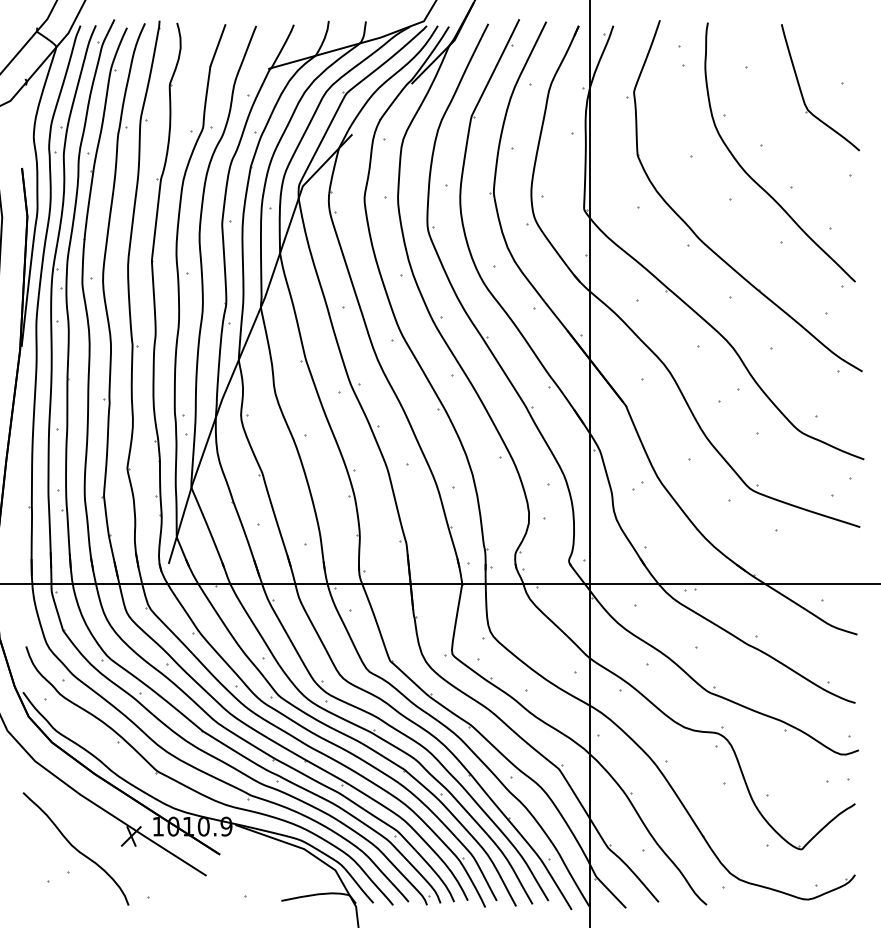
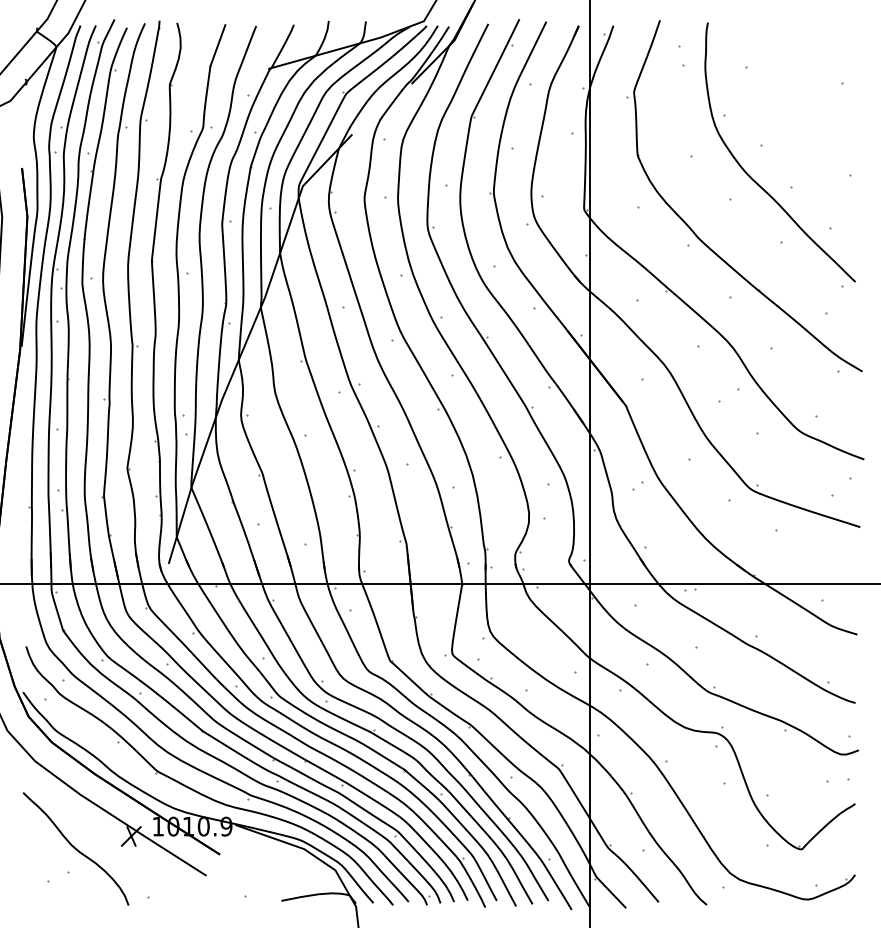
part at (802, 92): present -> none
